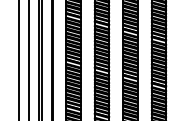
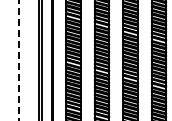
line at (28, 59): present -> none
line at (18, 60): solid -> dashed
